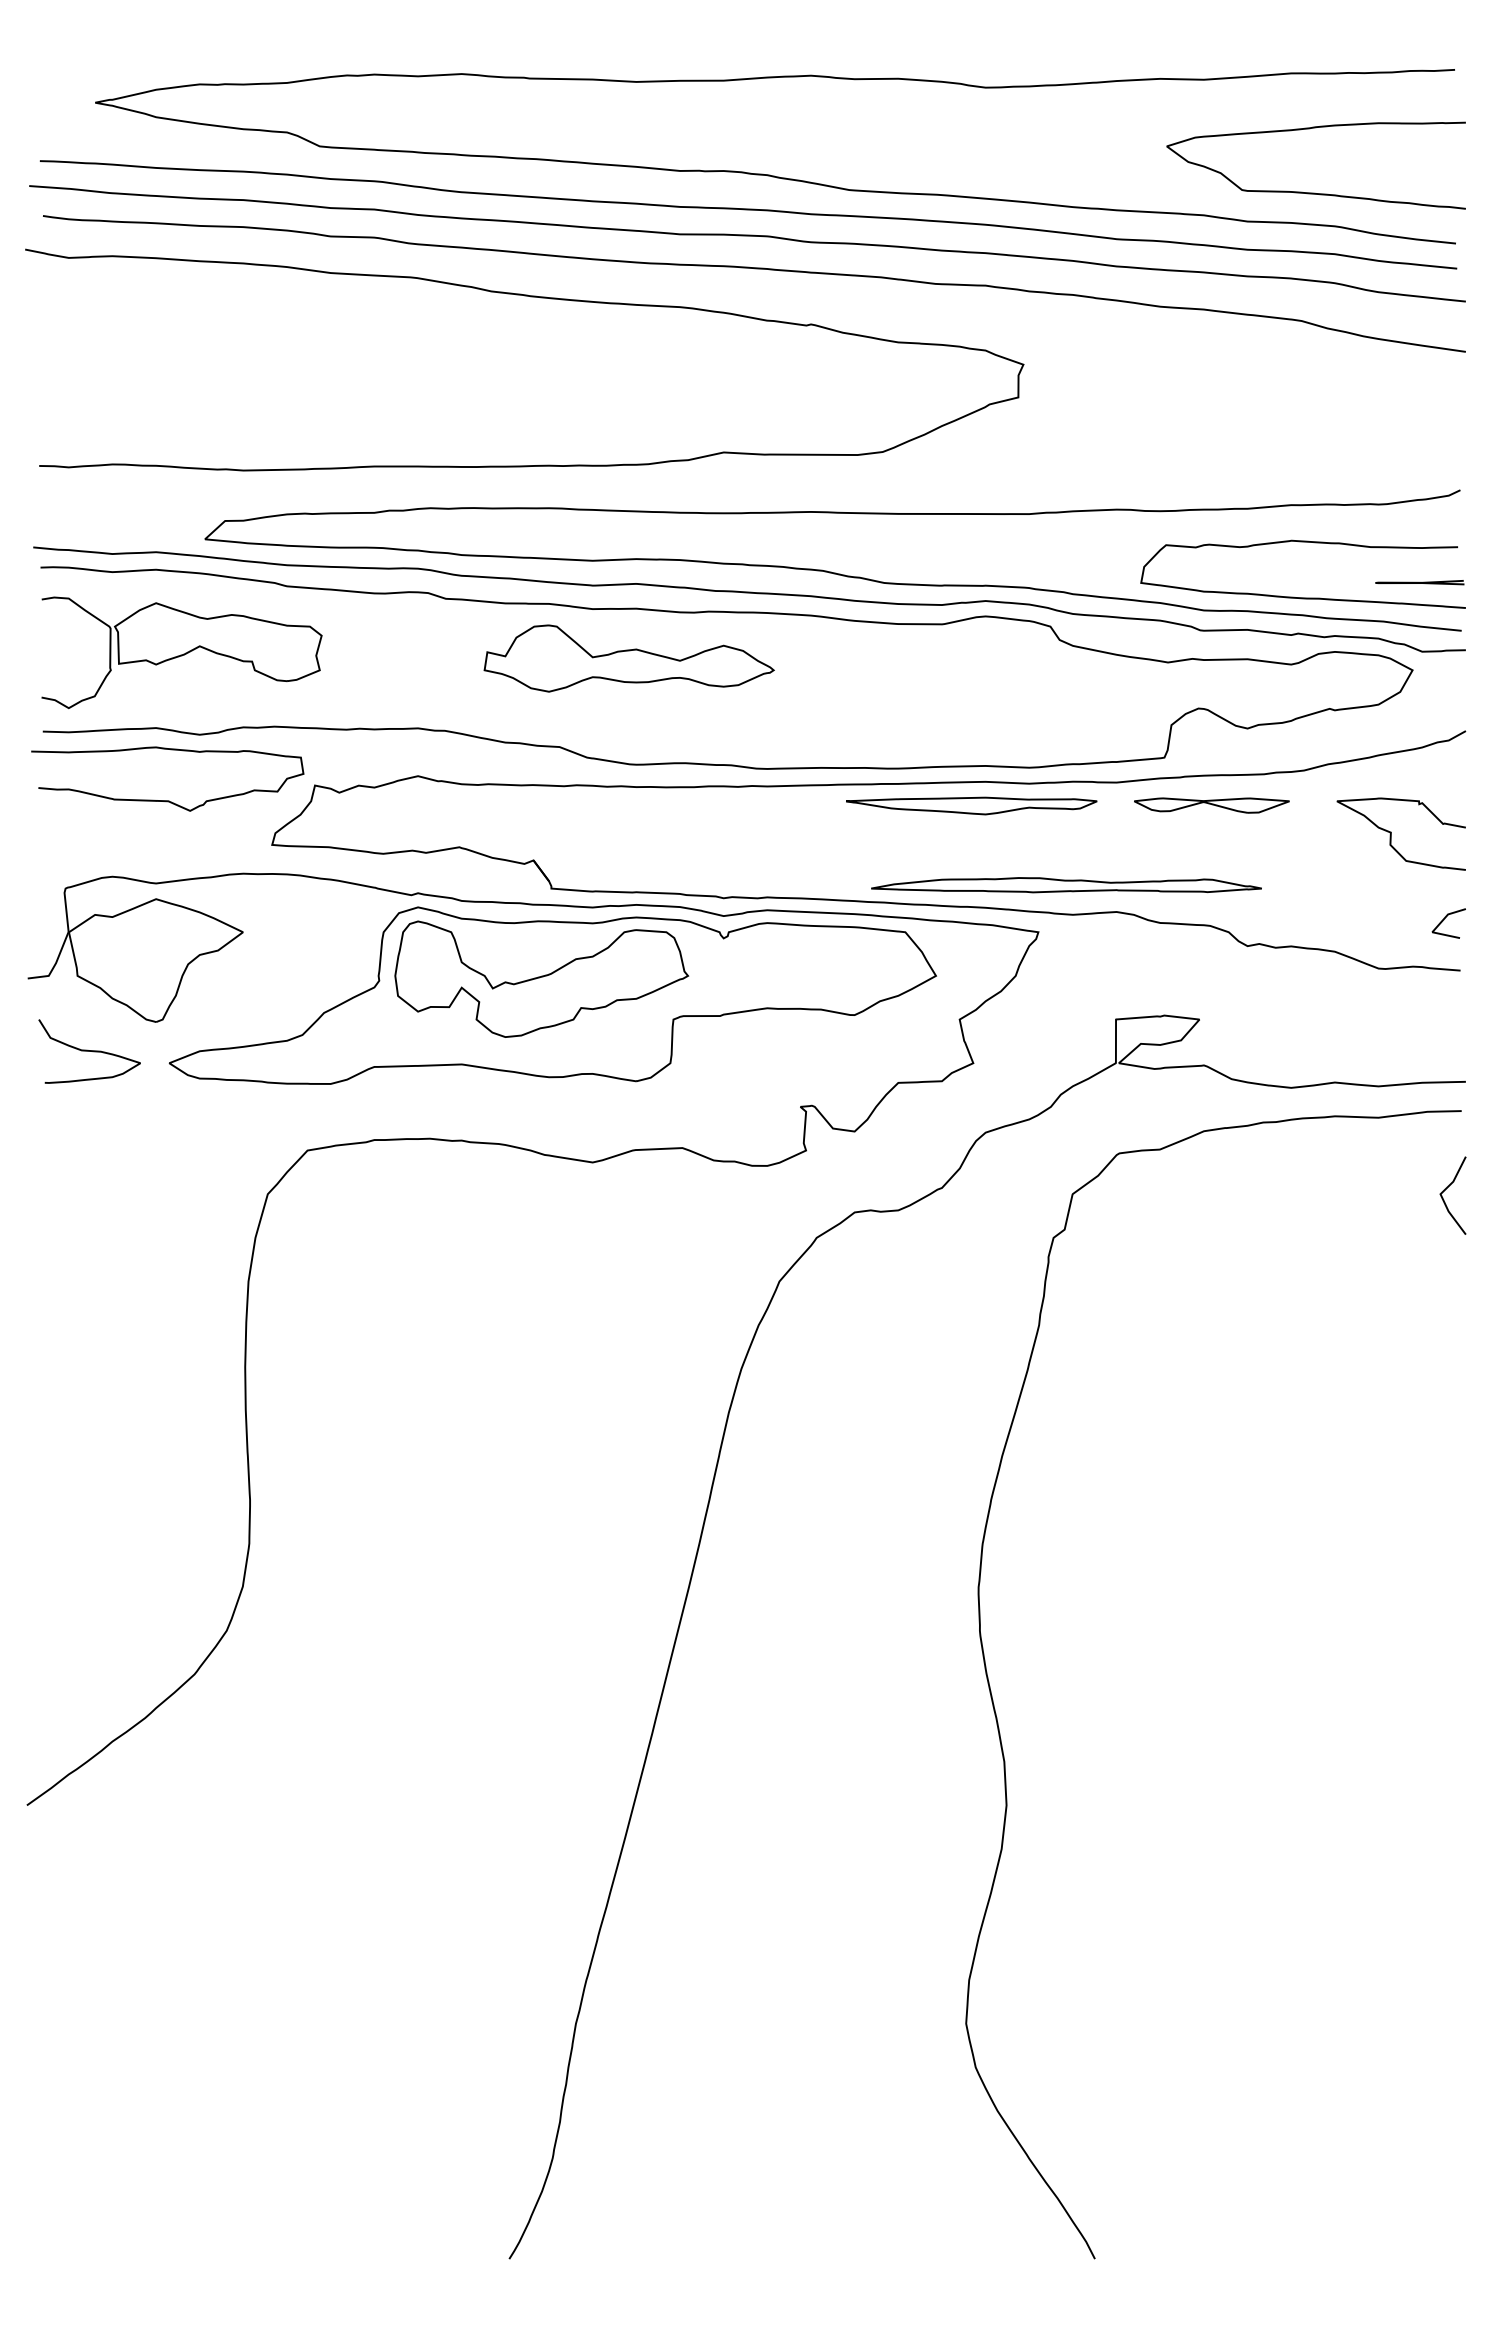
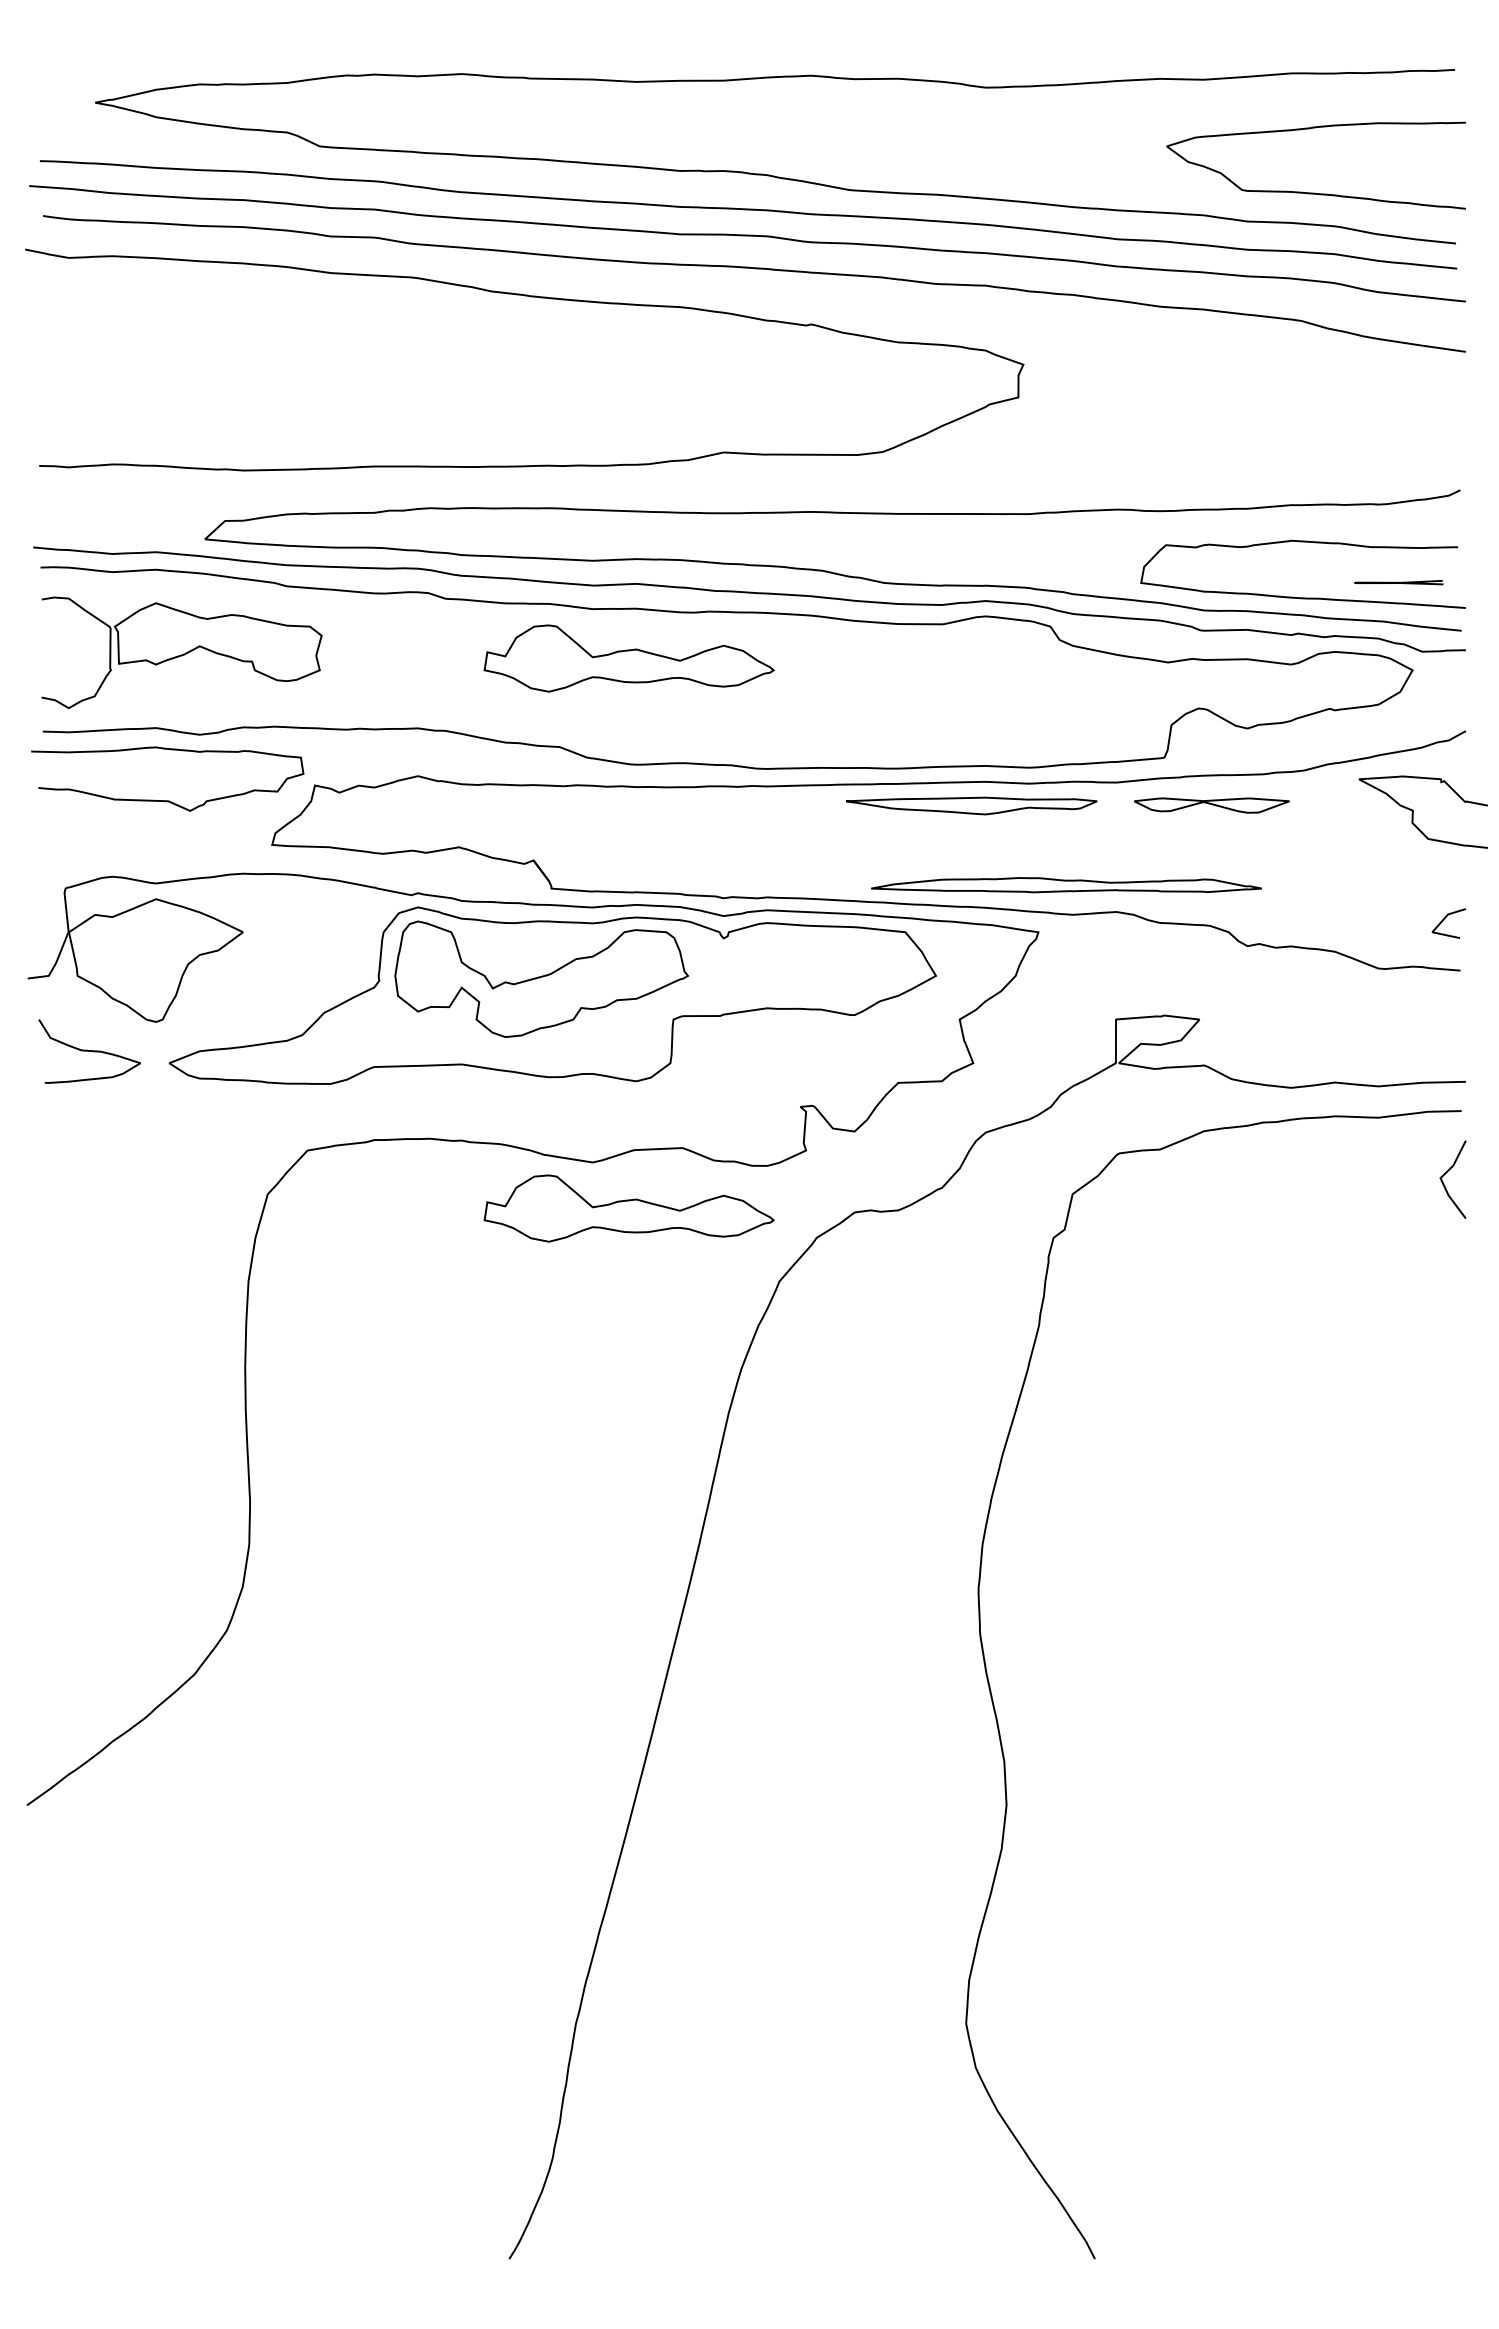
curve at (1419, 582) position: (1419, 582) -> (1398, 582)
curve at (1391, 833) position: (1391, 833) -> (1413, 811)
line at (1446, 1189) position: (1446, 1189) -> (1446, 1173)
part at (628, 1208): none -> present
